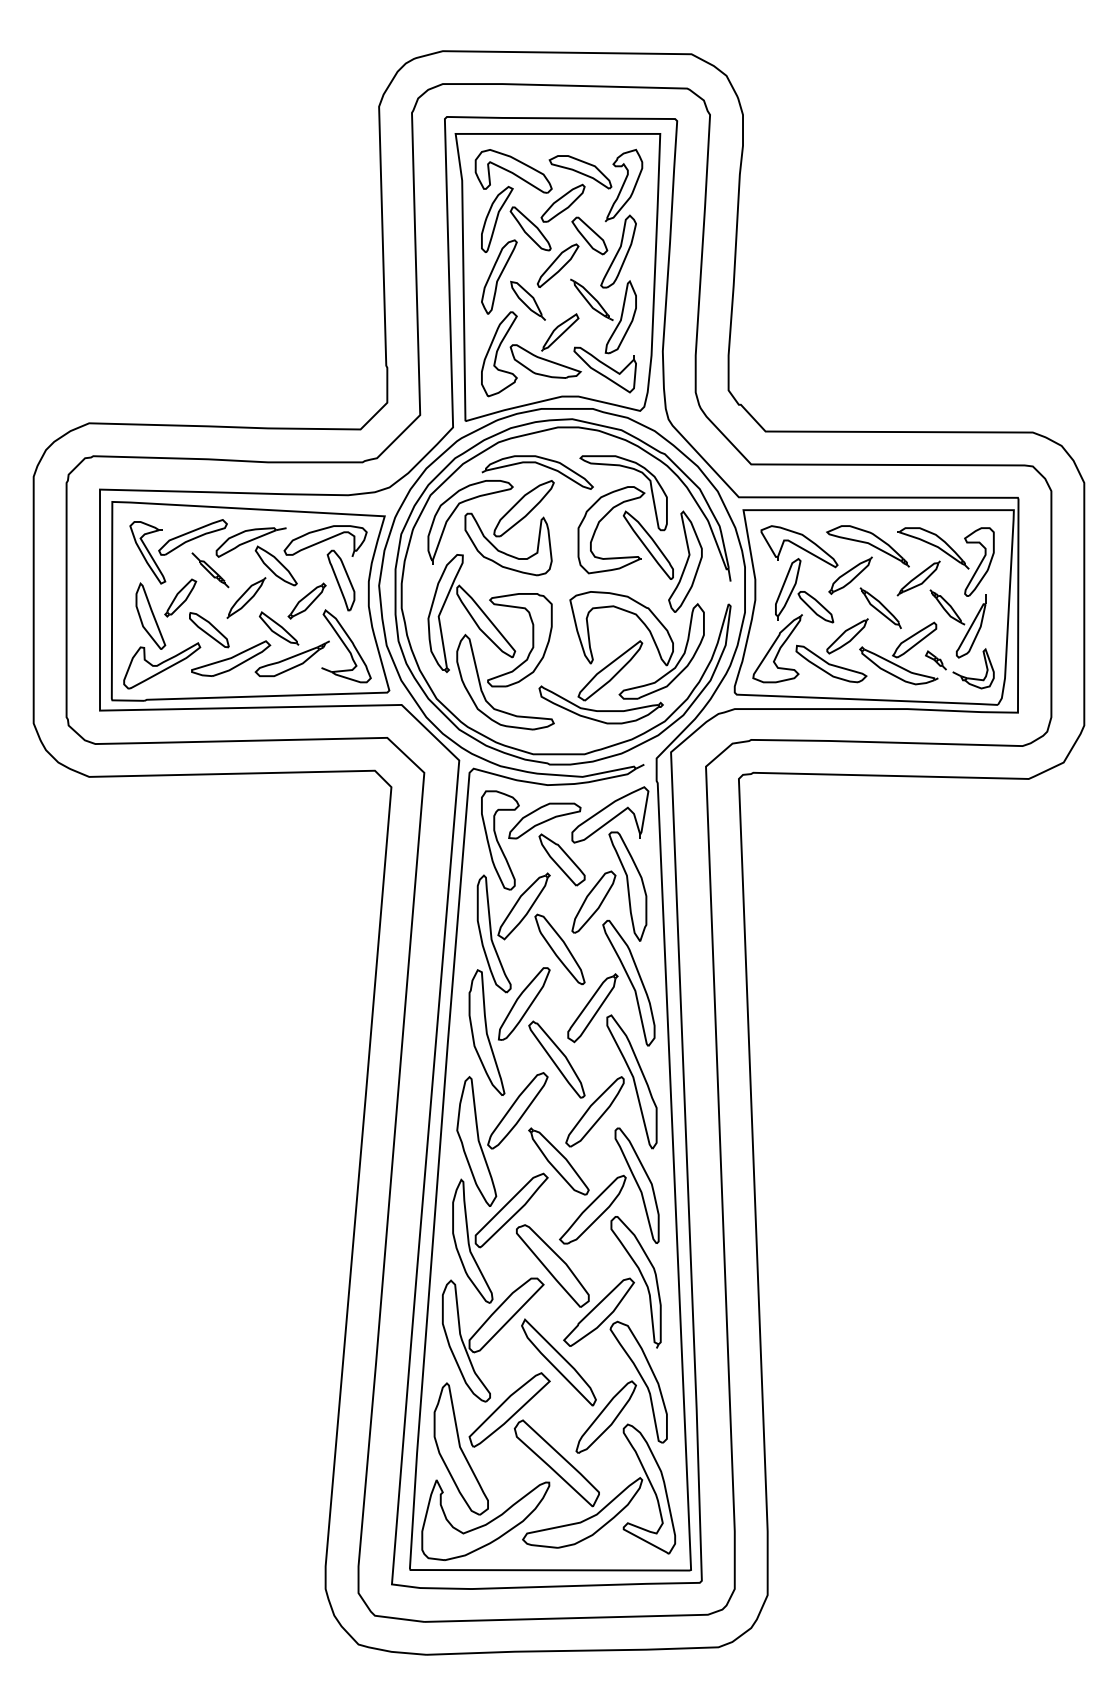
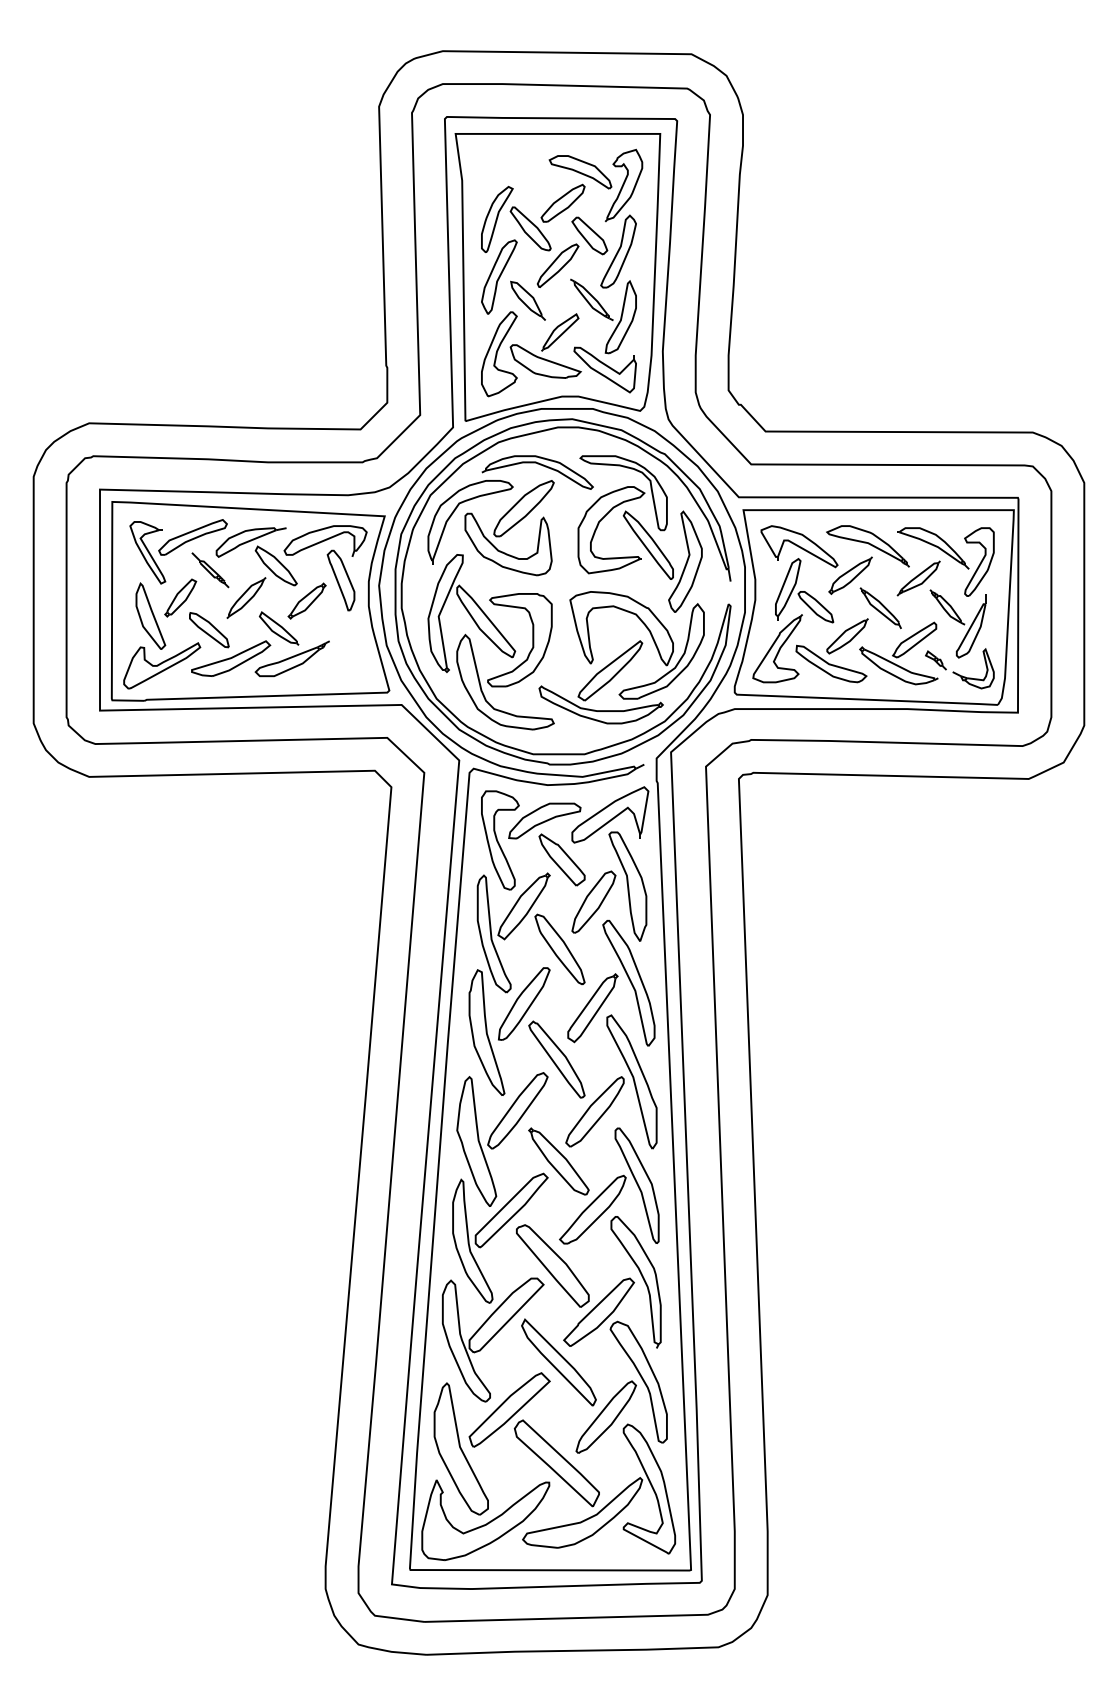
part at (513, 171): present -> none
part at (346, 646): present -> none
